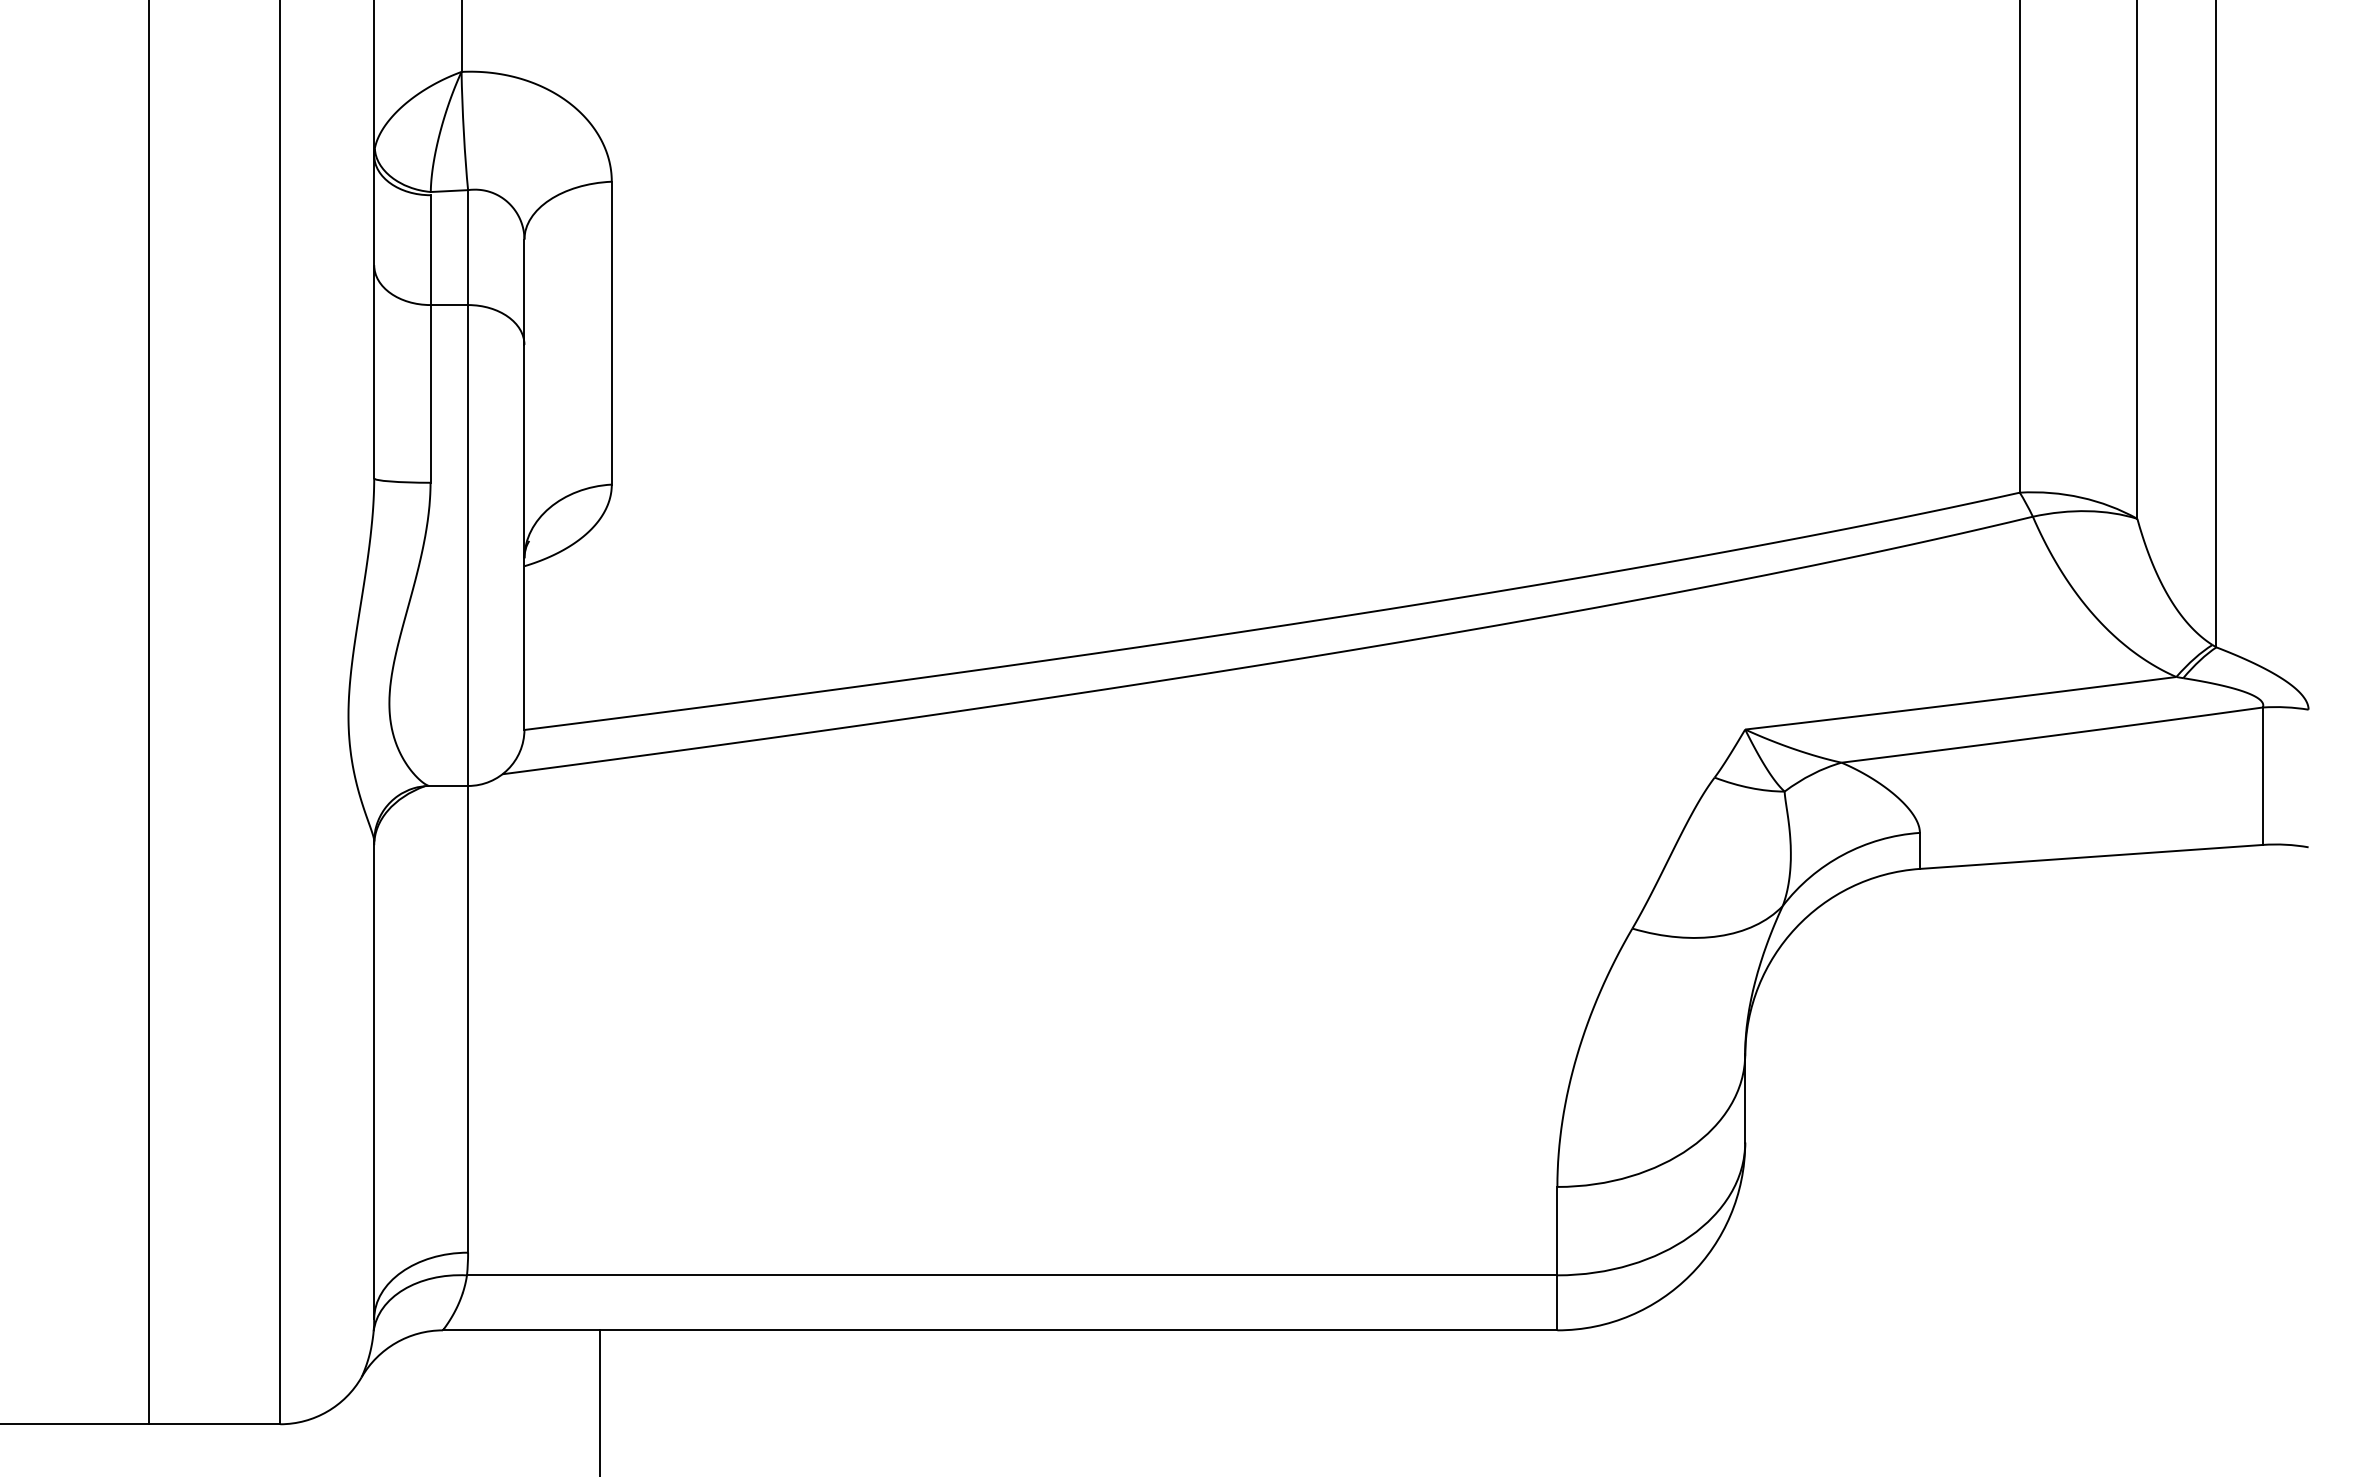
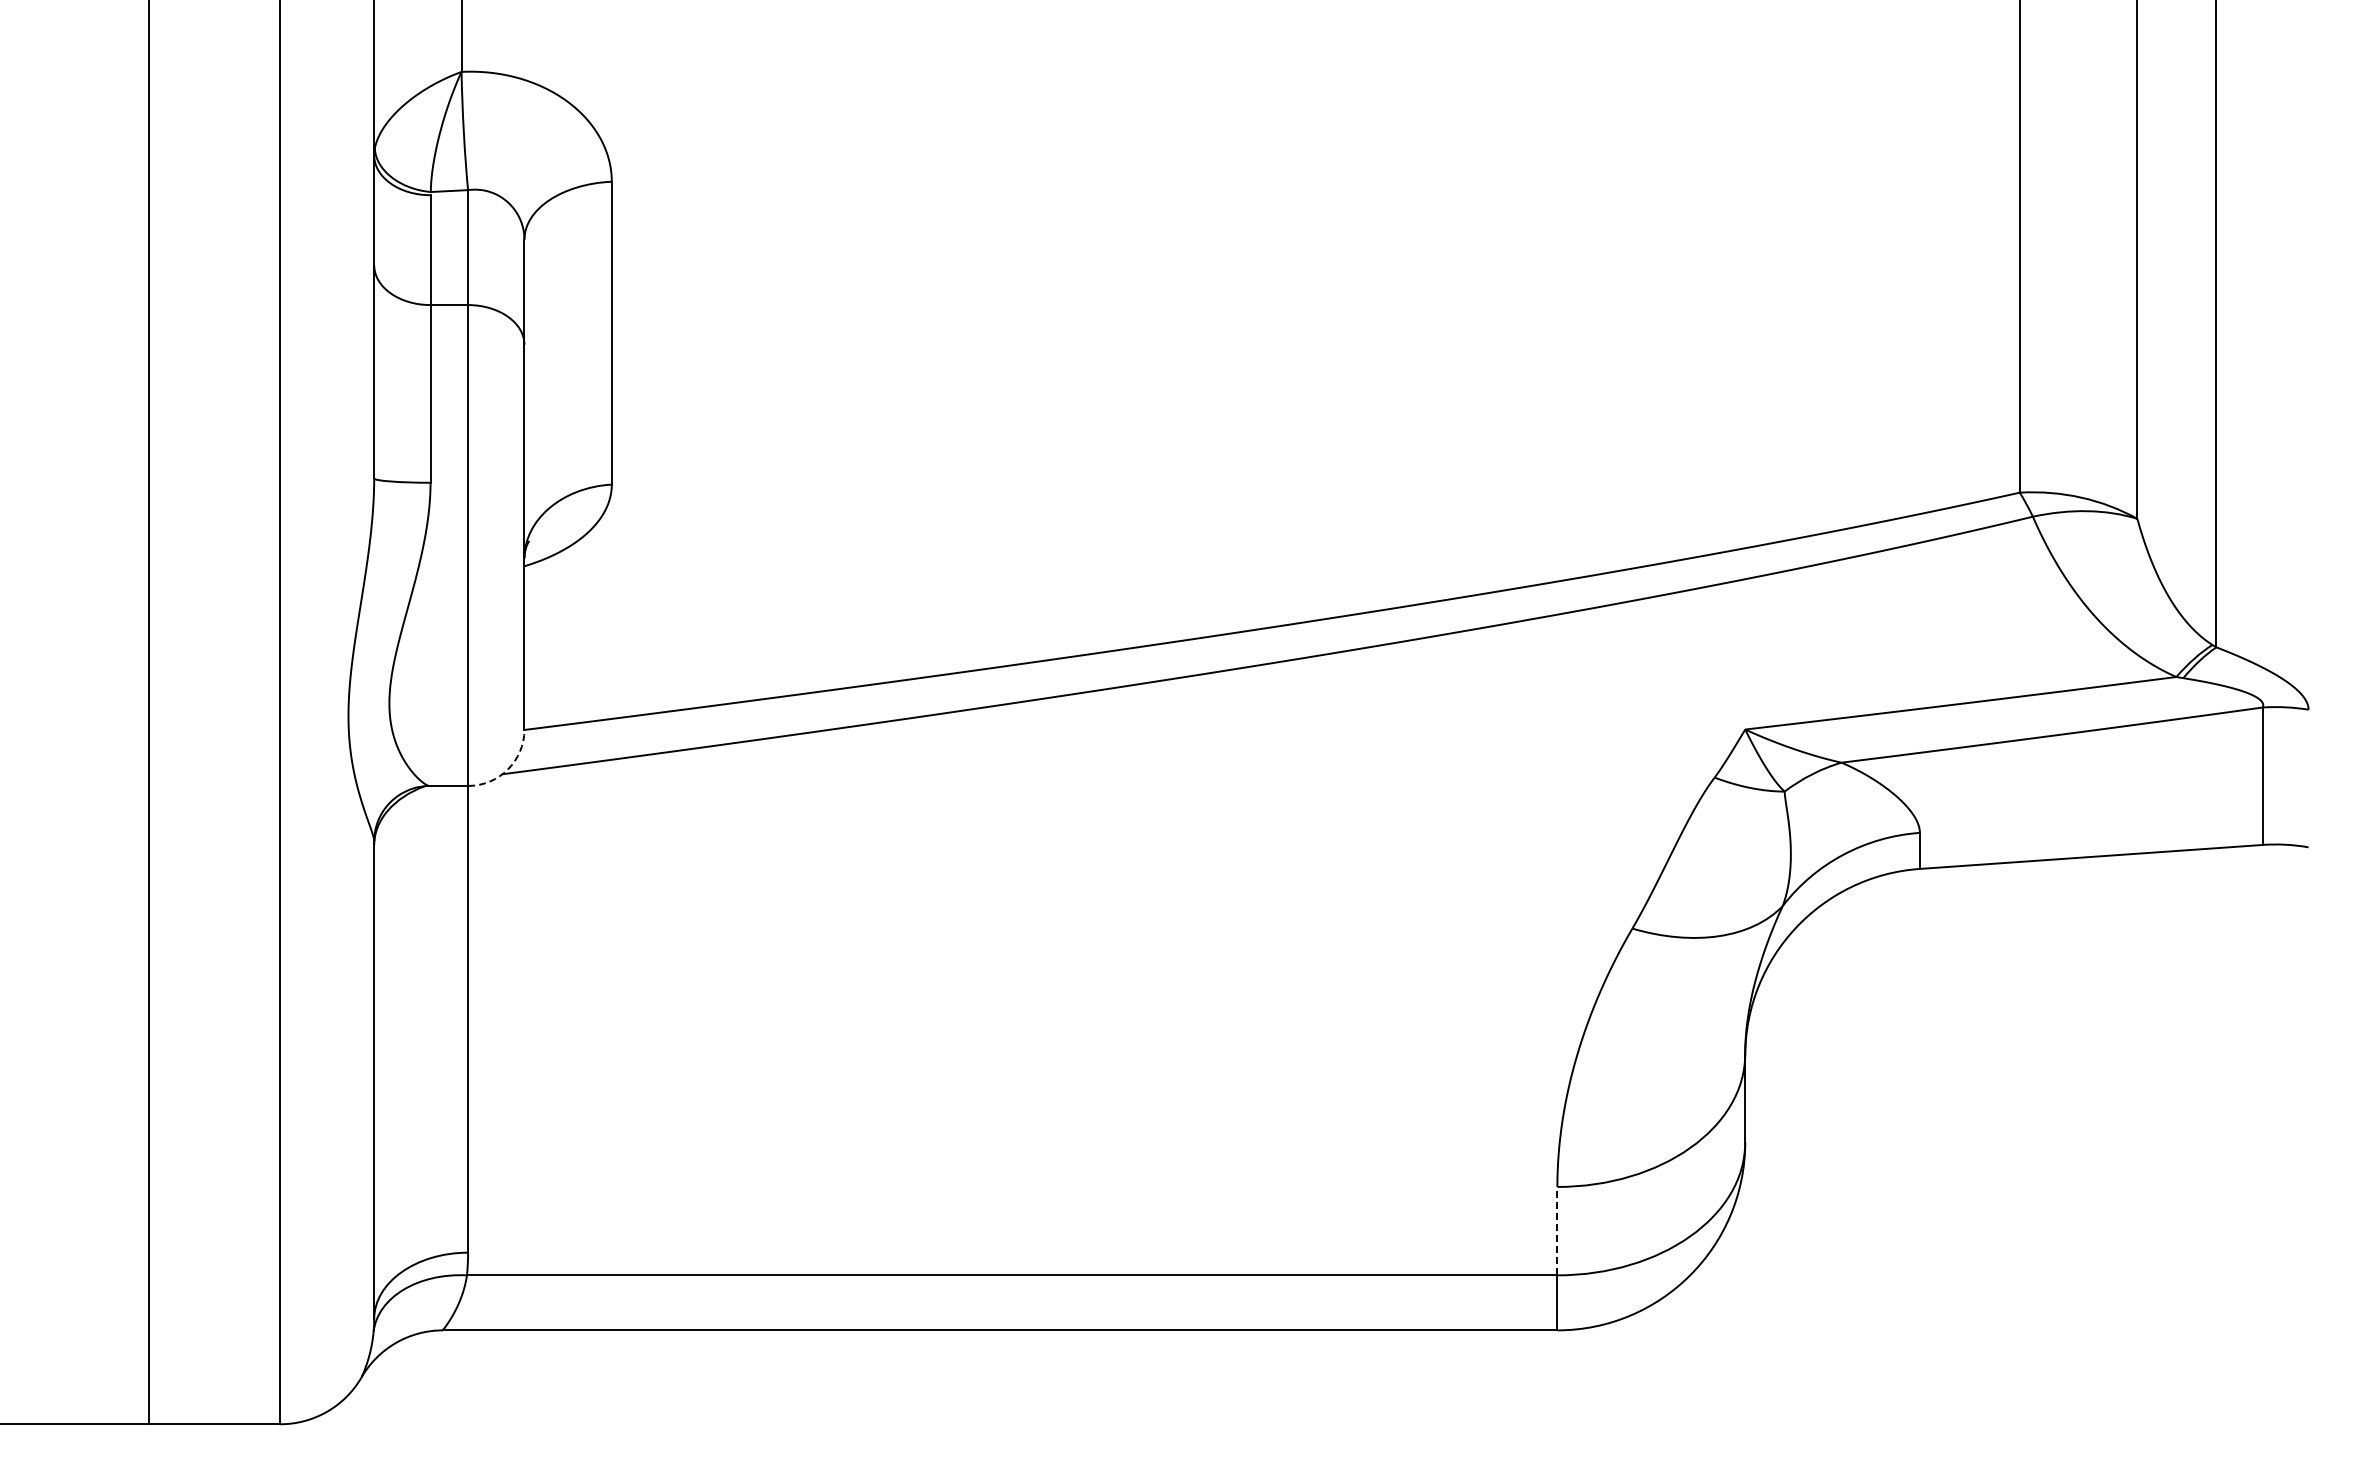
arc at (507, 769): solid -> dashed
line at (1557, 1230): solid -> dashed
line at (599, 1401): present -> none
